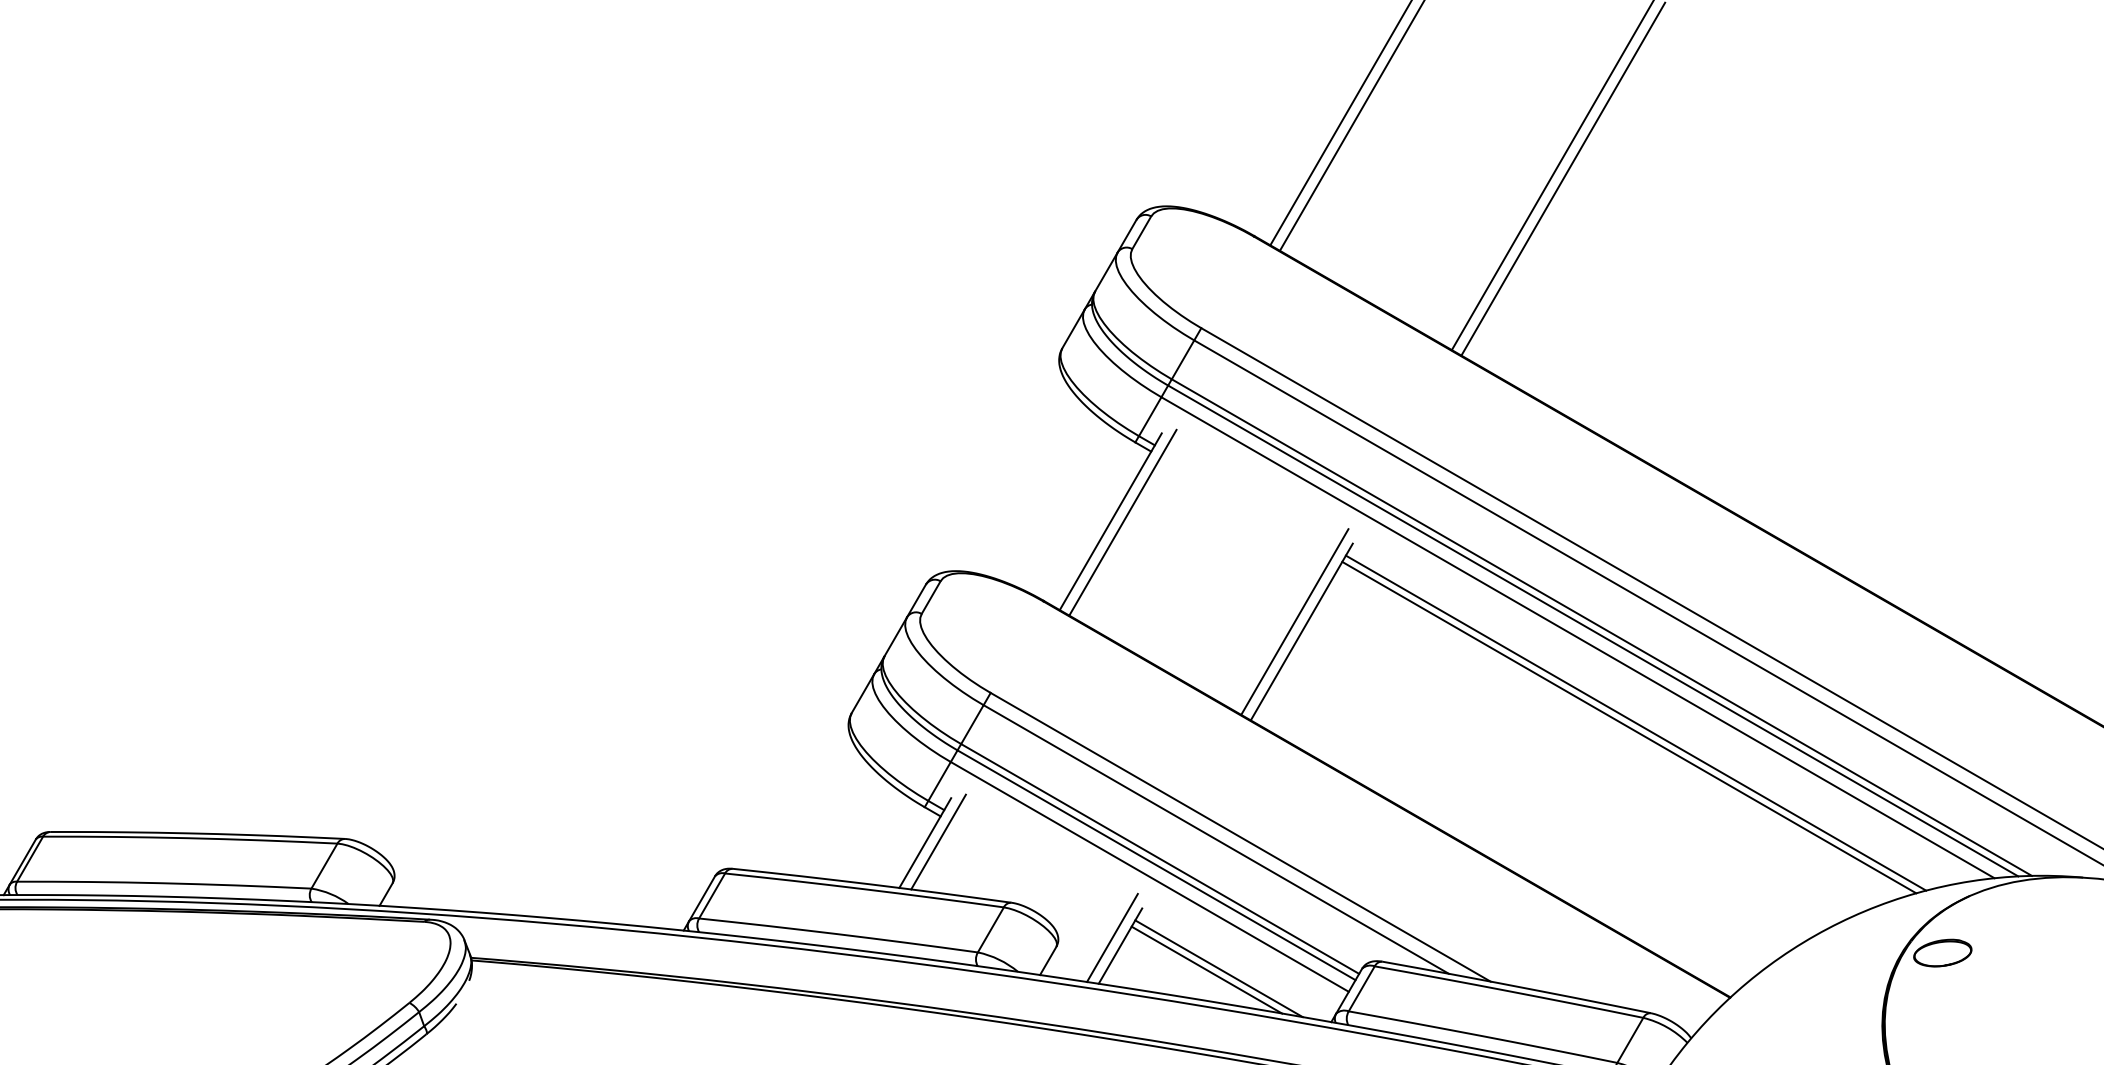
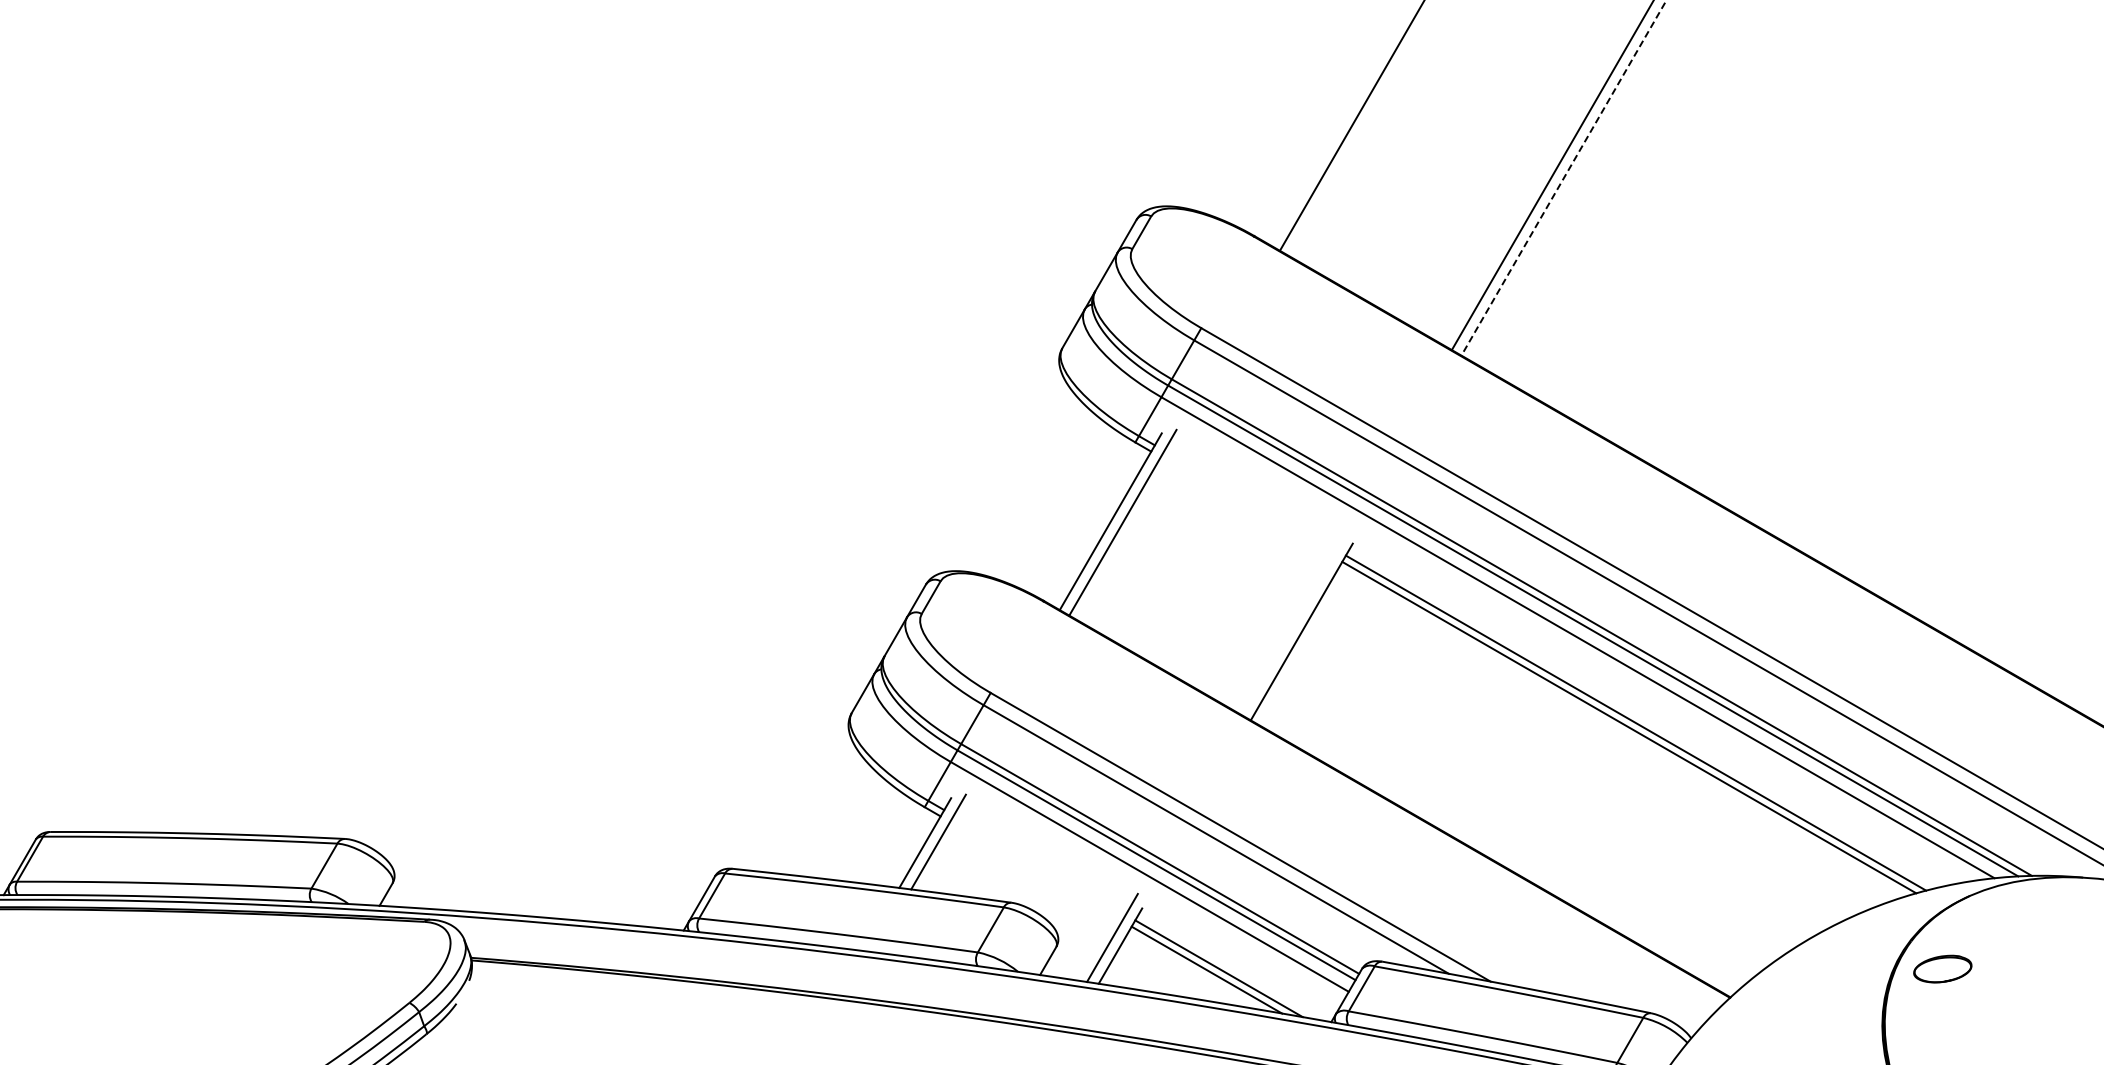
line at (1340, 123): present -> none
line at (1563, 179): solid -> dashed
line at (1294, 621): present -> none
part at (1942, 952) position: (1942, 952) -> (1942, 968)
